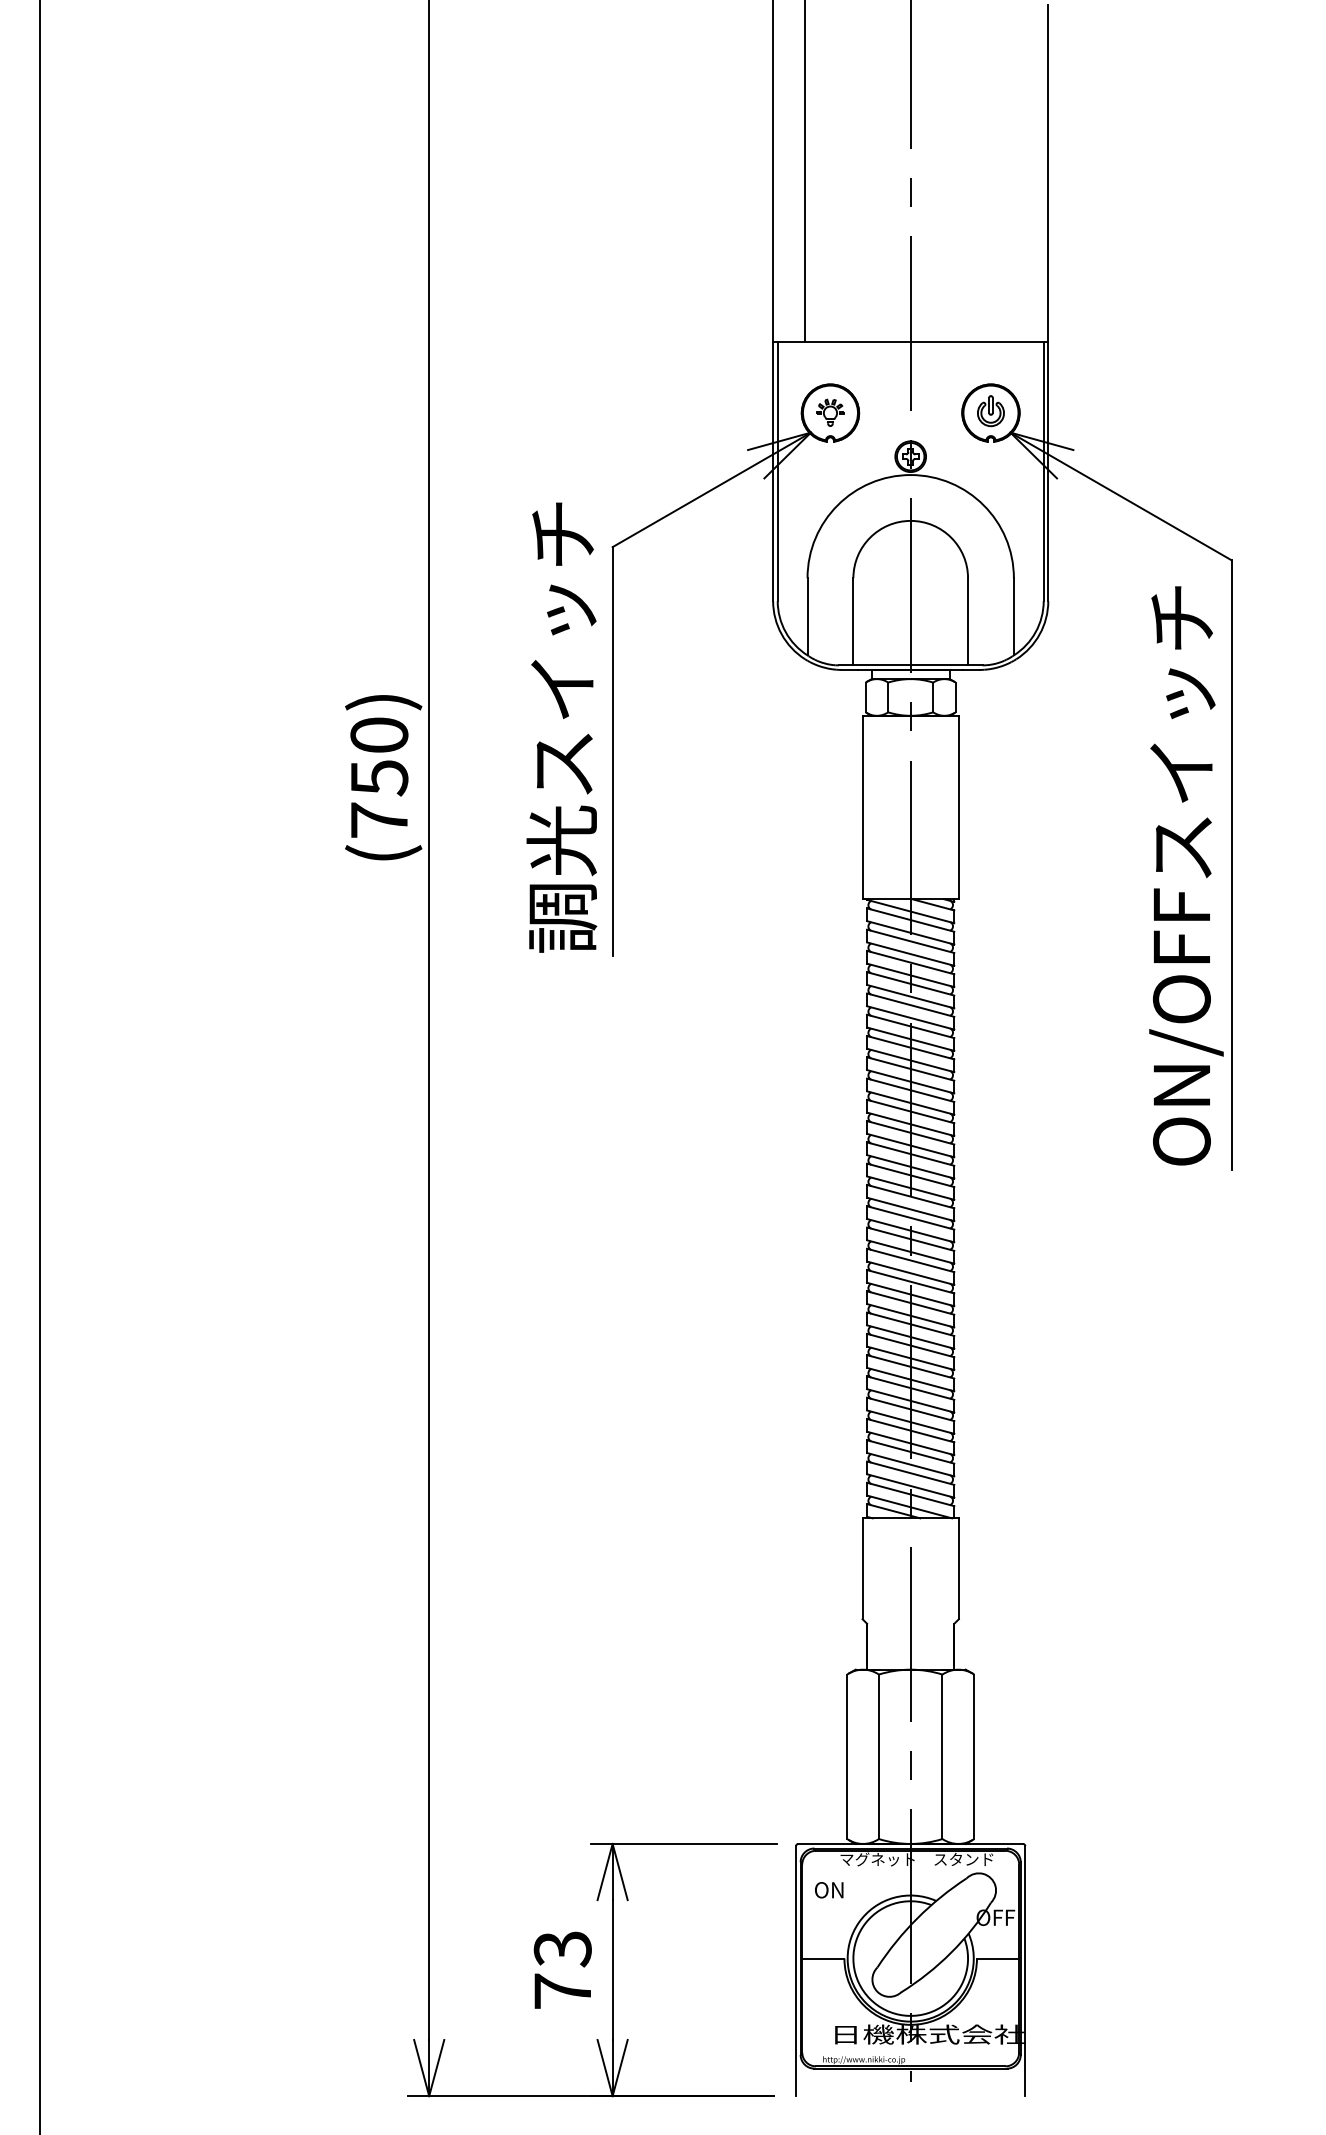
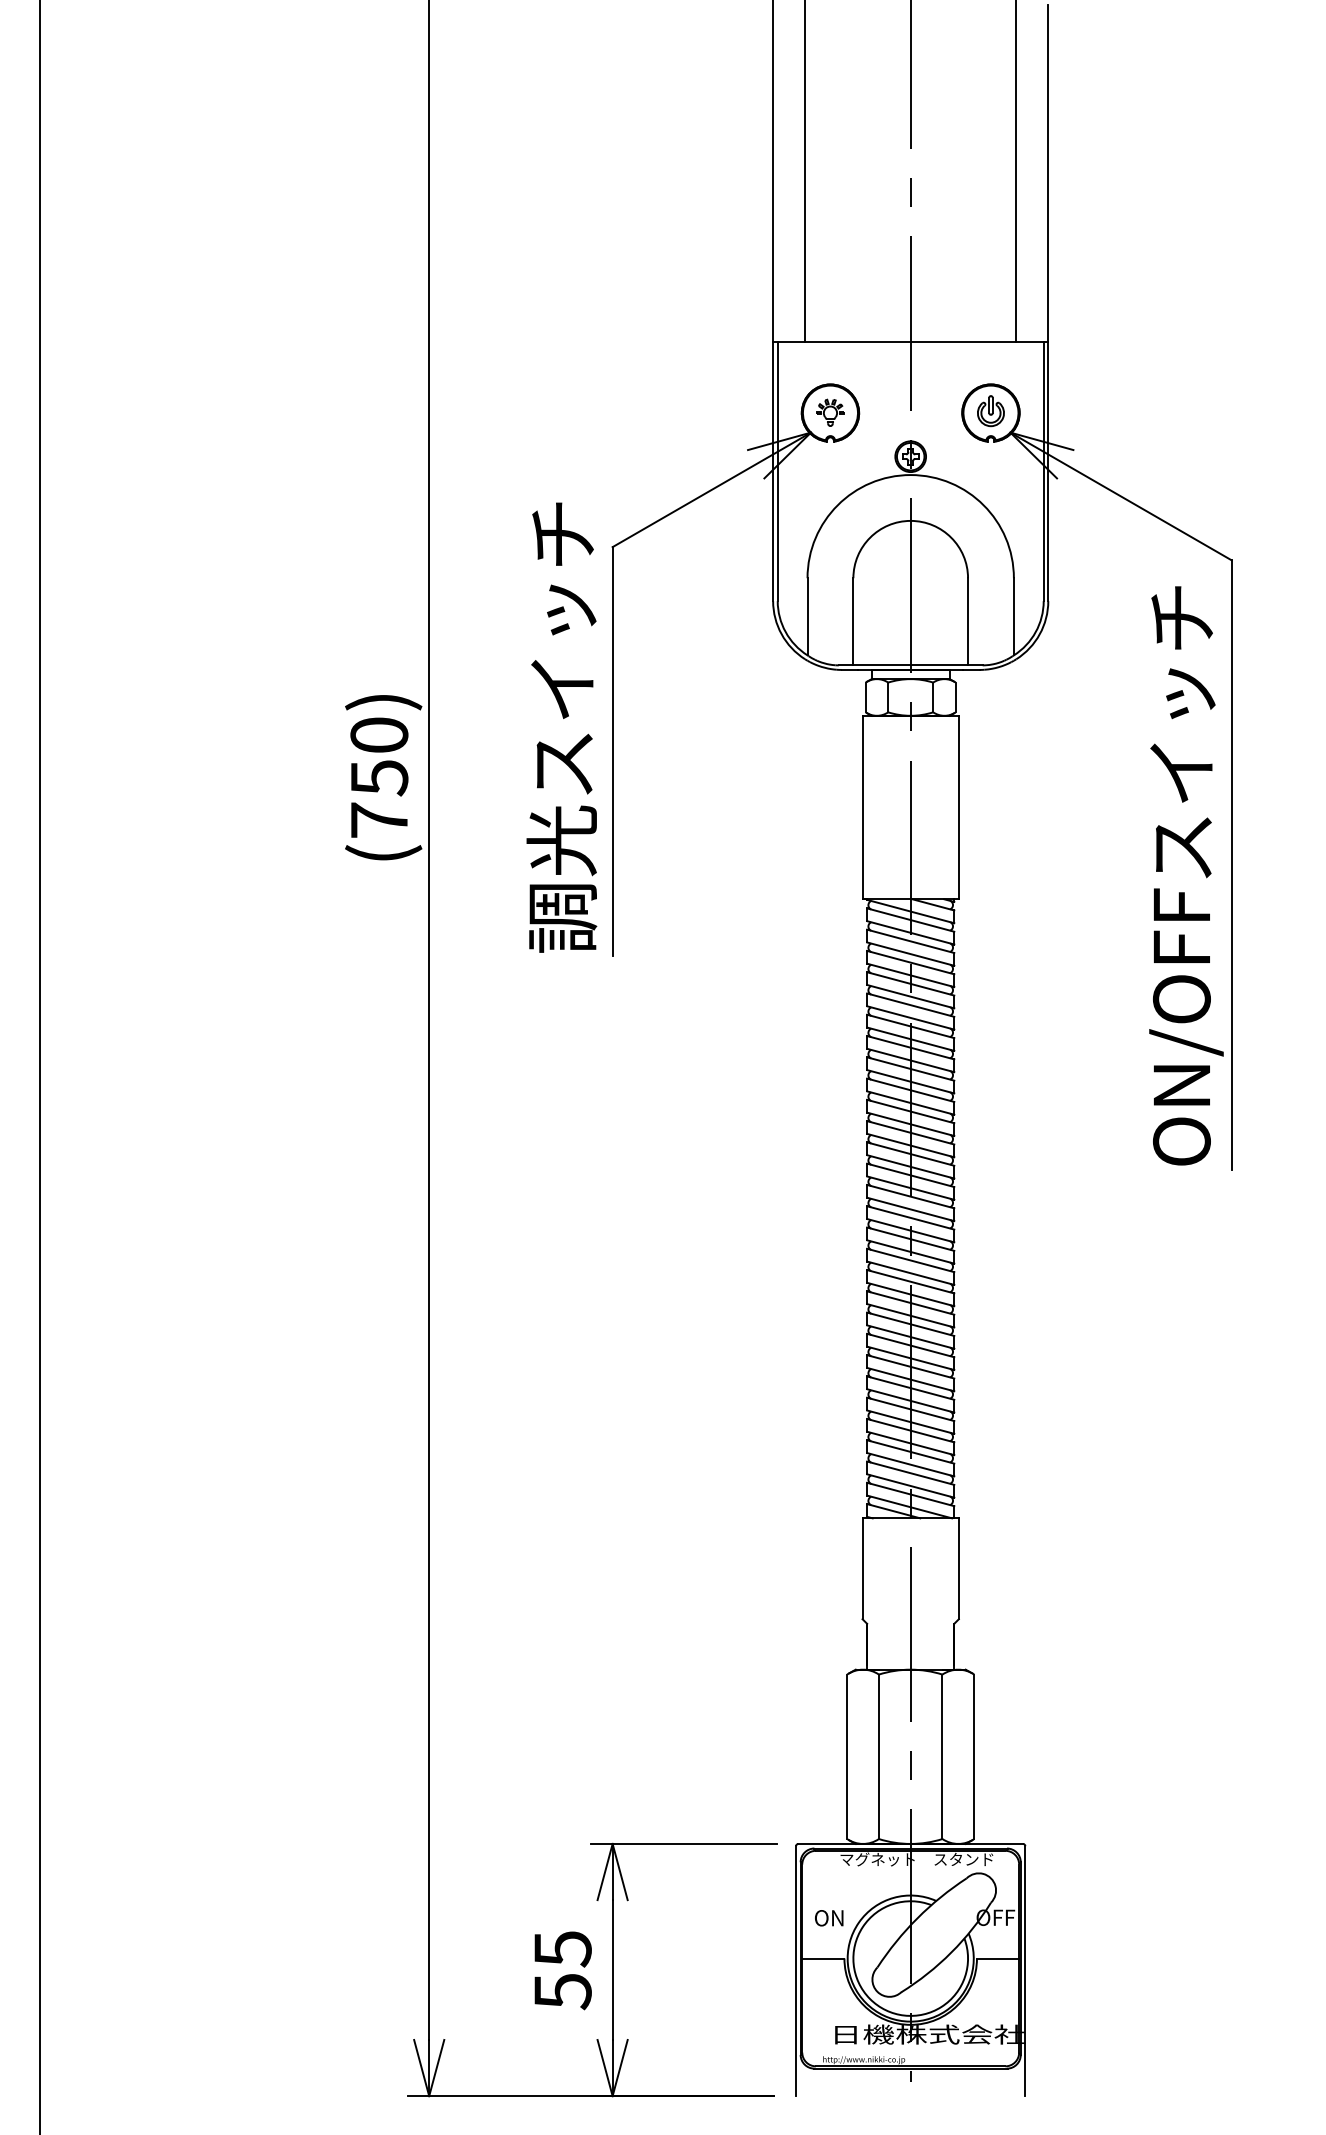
line at (1016, 172): none -> present
text at (829, 1890) position: (829, 1890) -> (829, 1918)
text at (562, 1970): 73 -> 55
